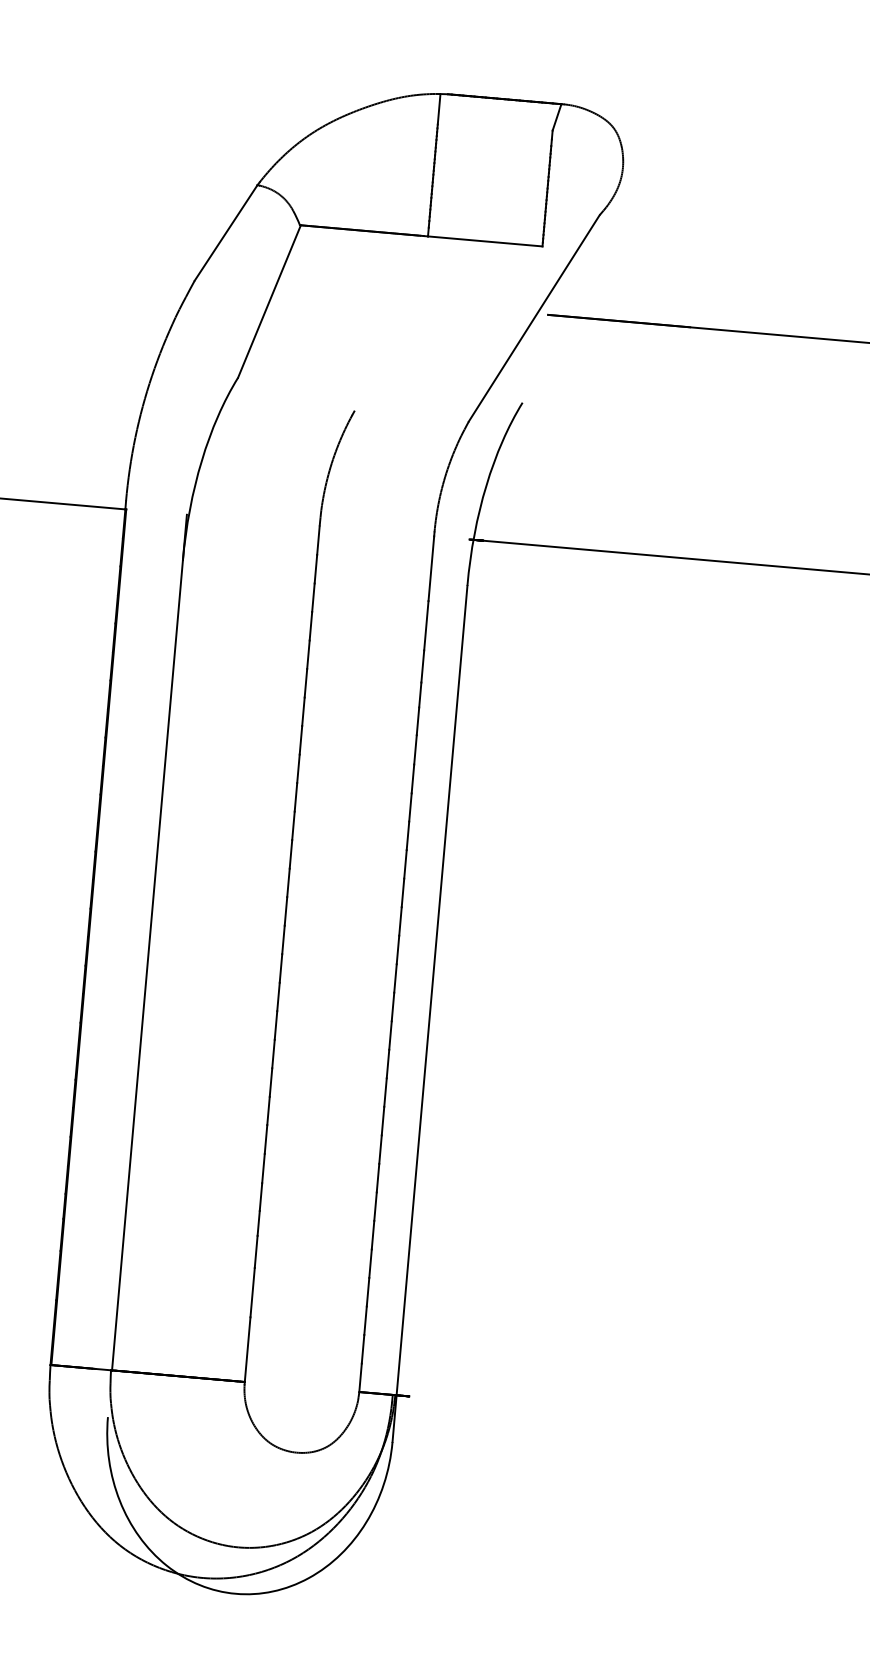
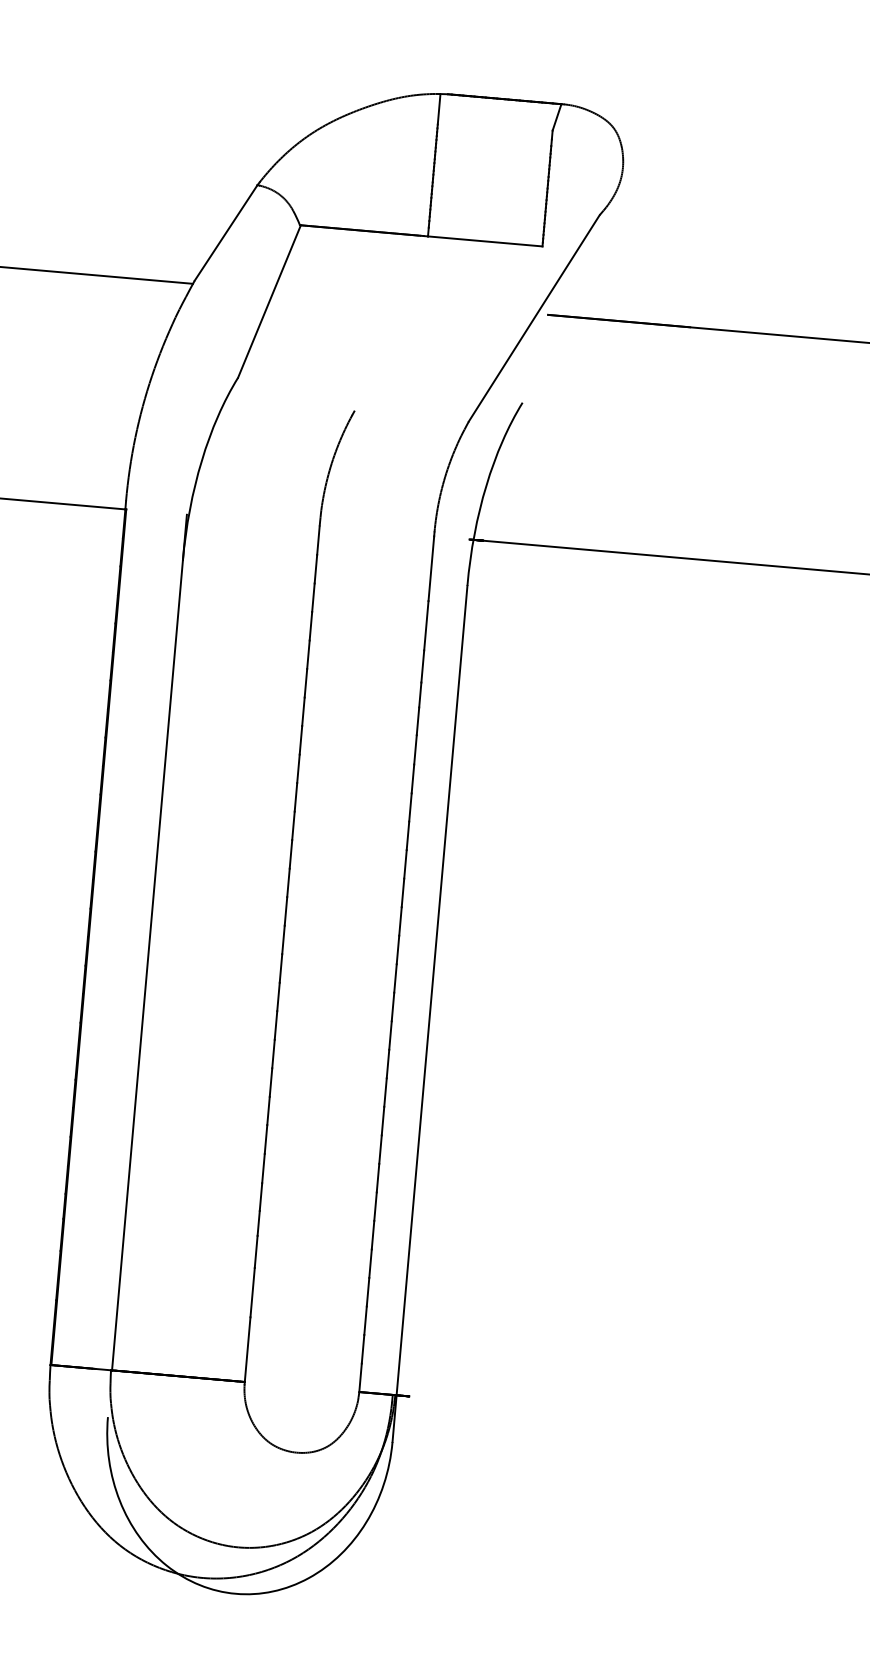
line at (97, 275): none -> present
